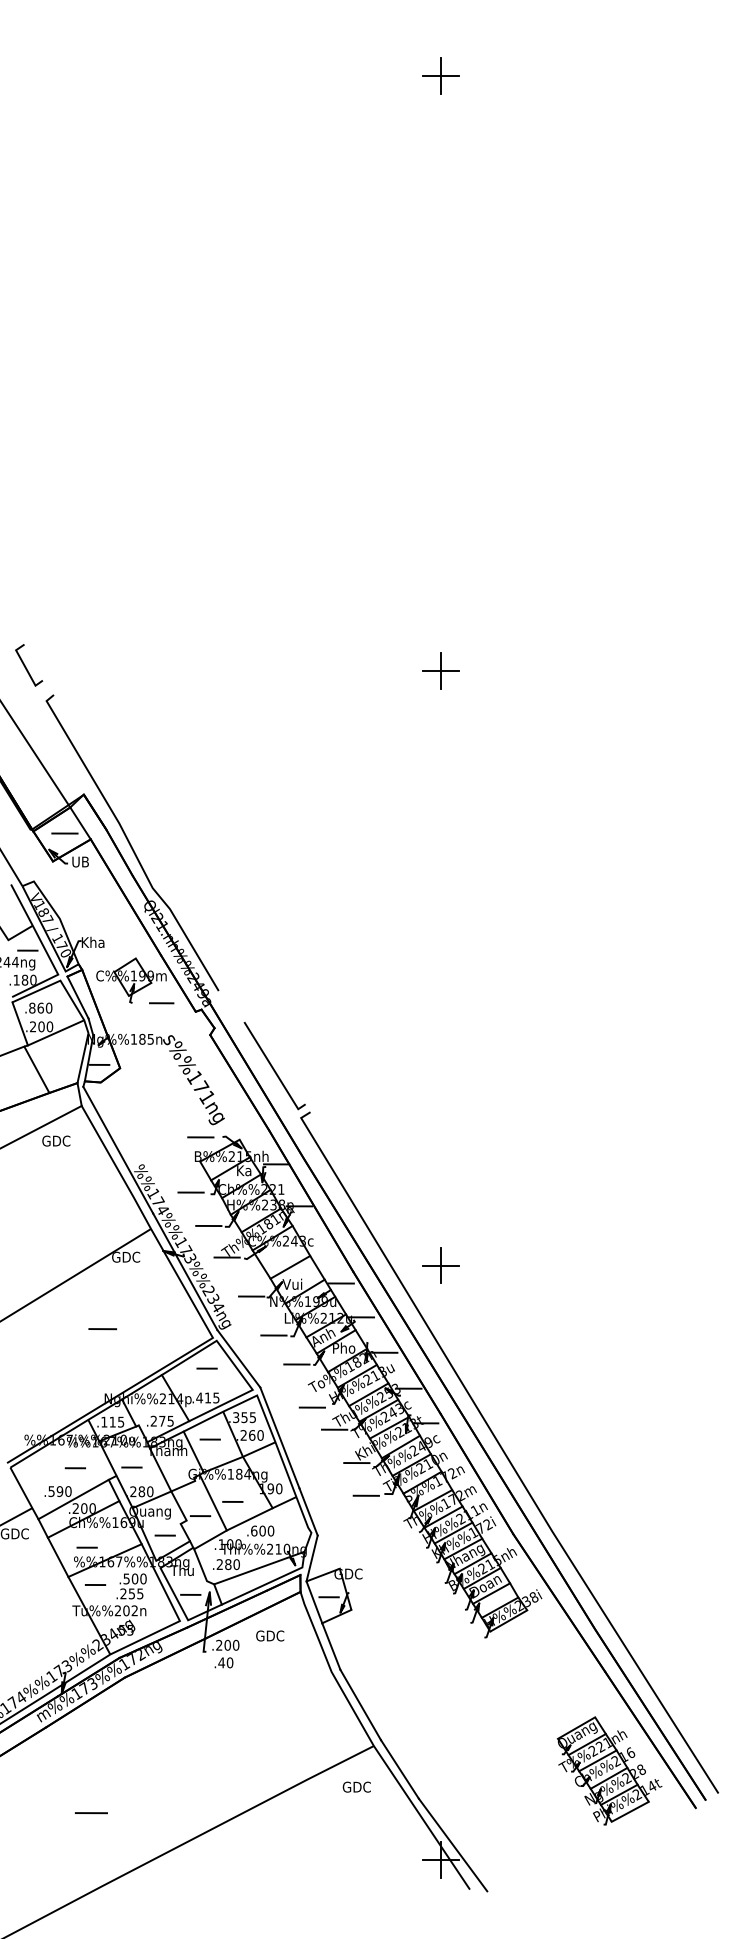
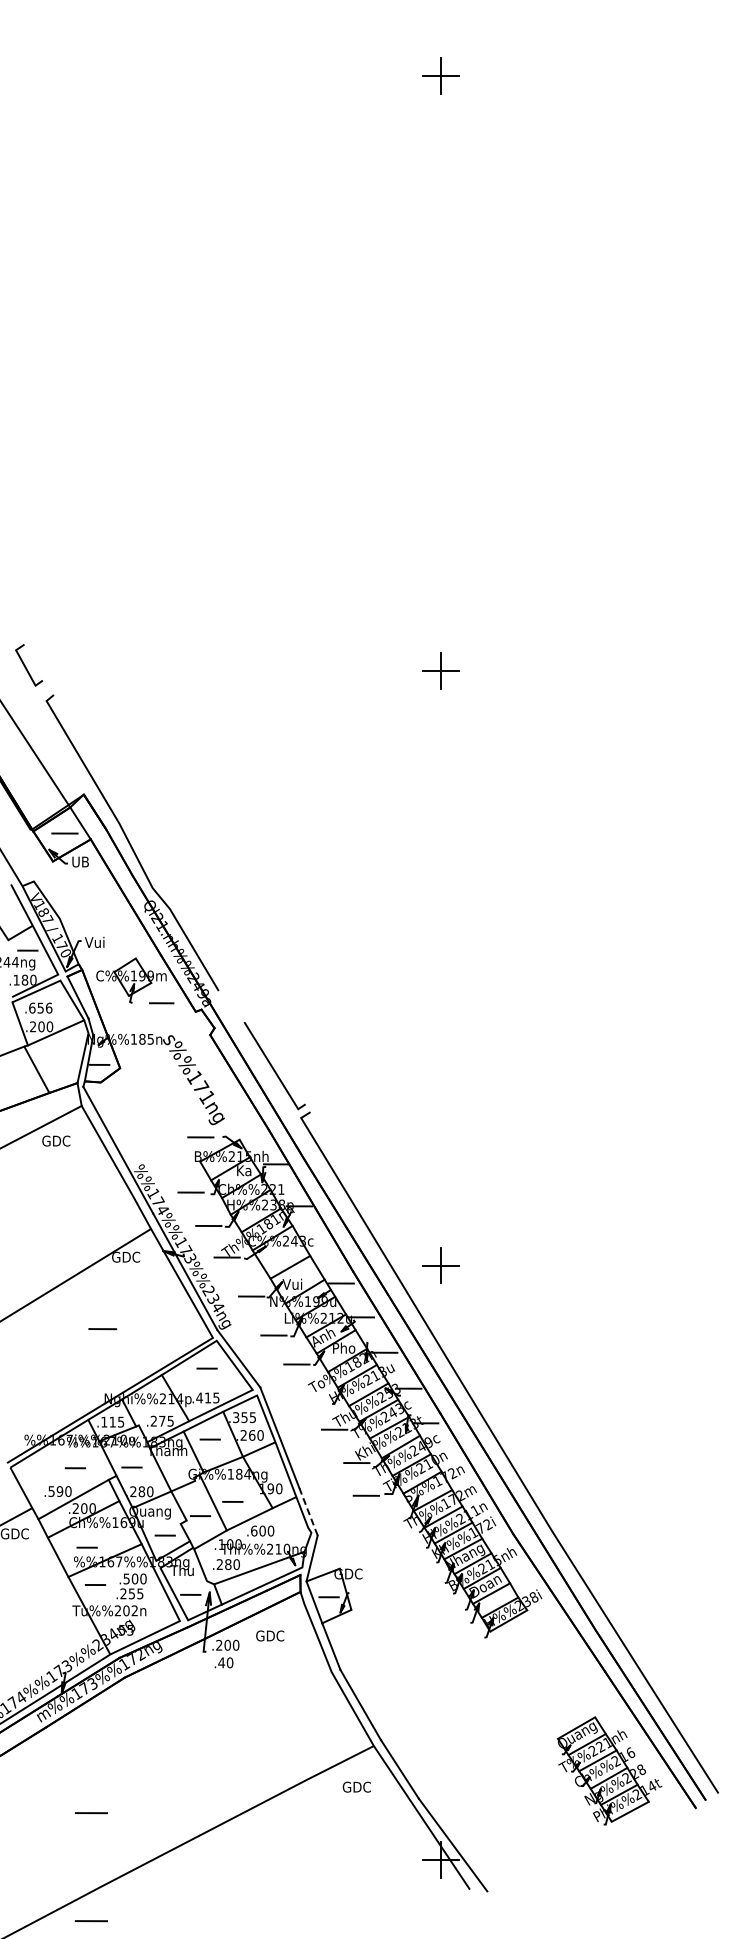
text at (92, 941): Kha -> Vui
text at (40, 1007): .860 -> .656
line at (312, 1407): present -> none
line at (308, 1511): solid -> dashed
line at (91, 1921): none -> present
